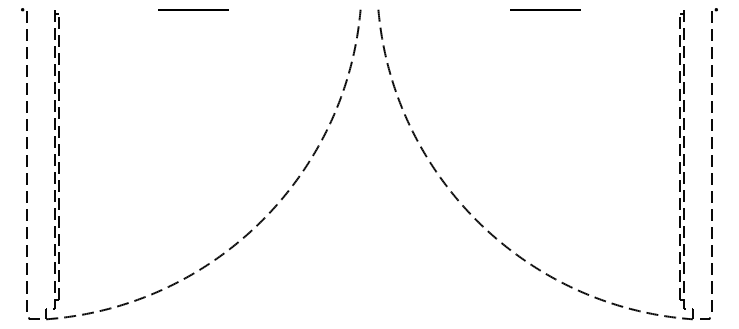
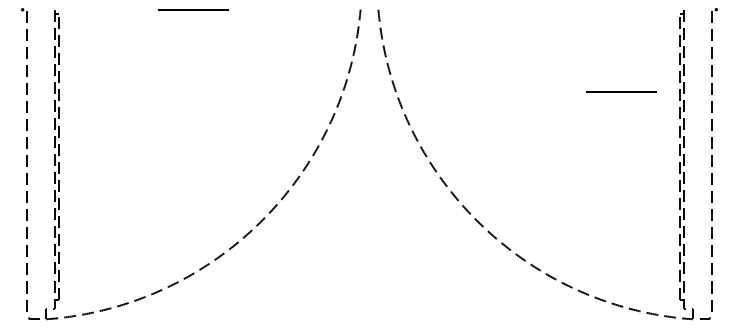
line at (545, 9) position: (545, 9) -> (621, 91)
